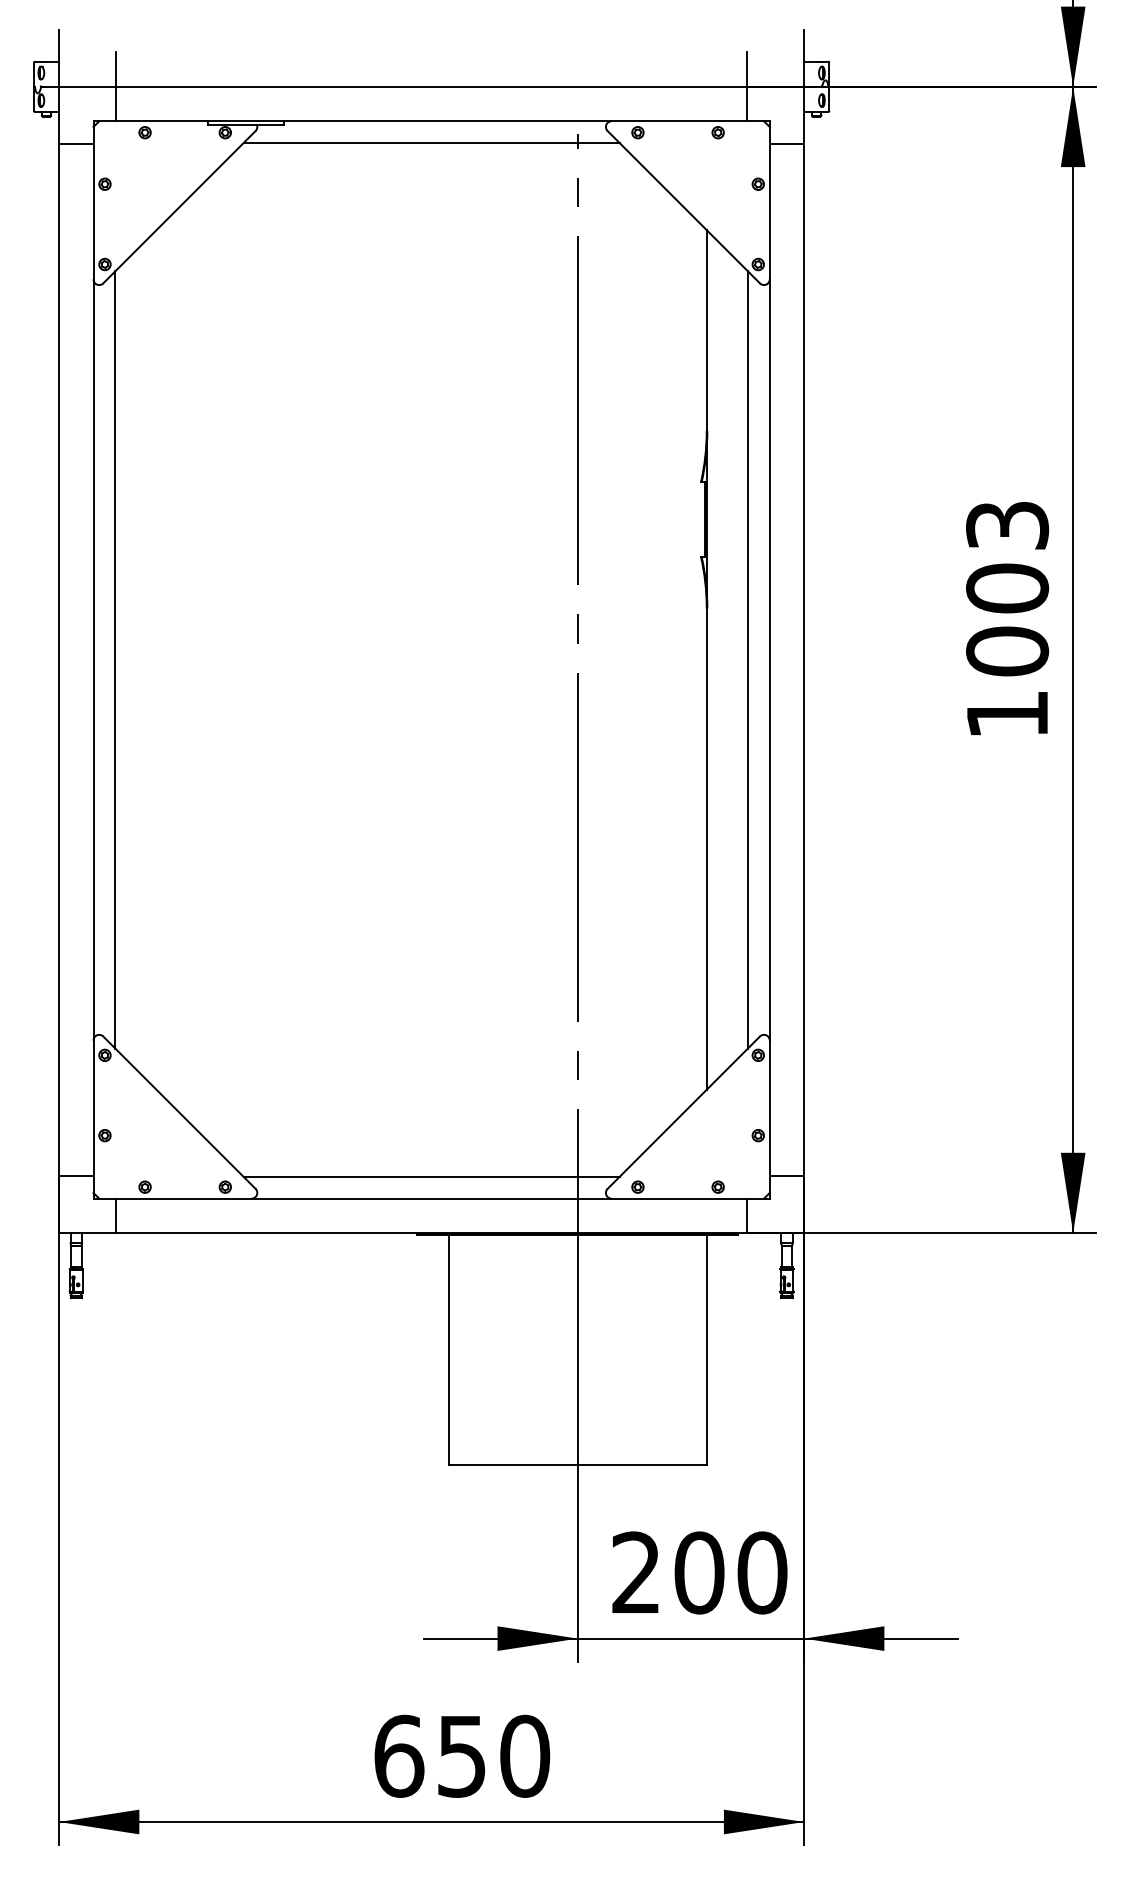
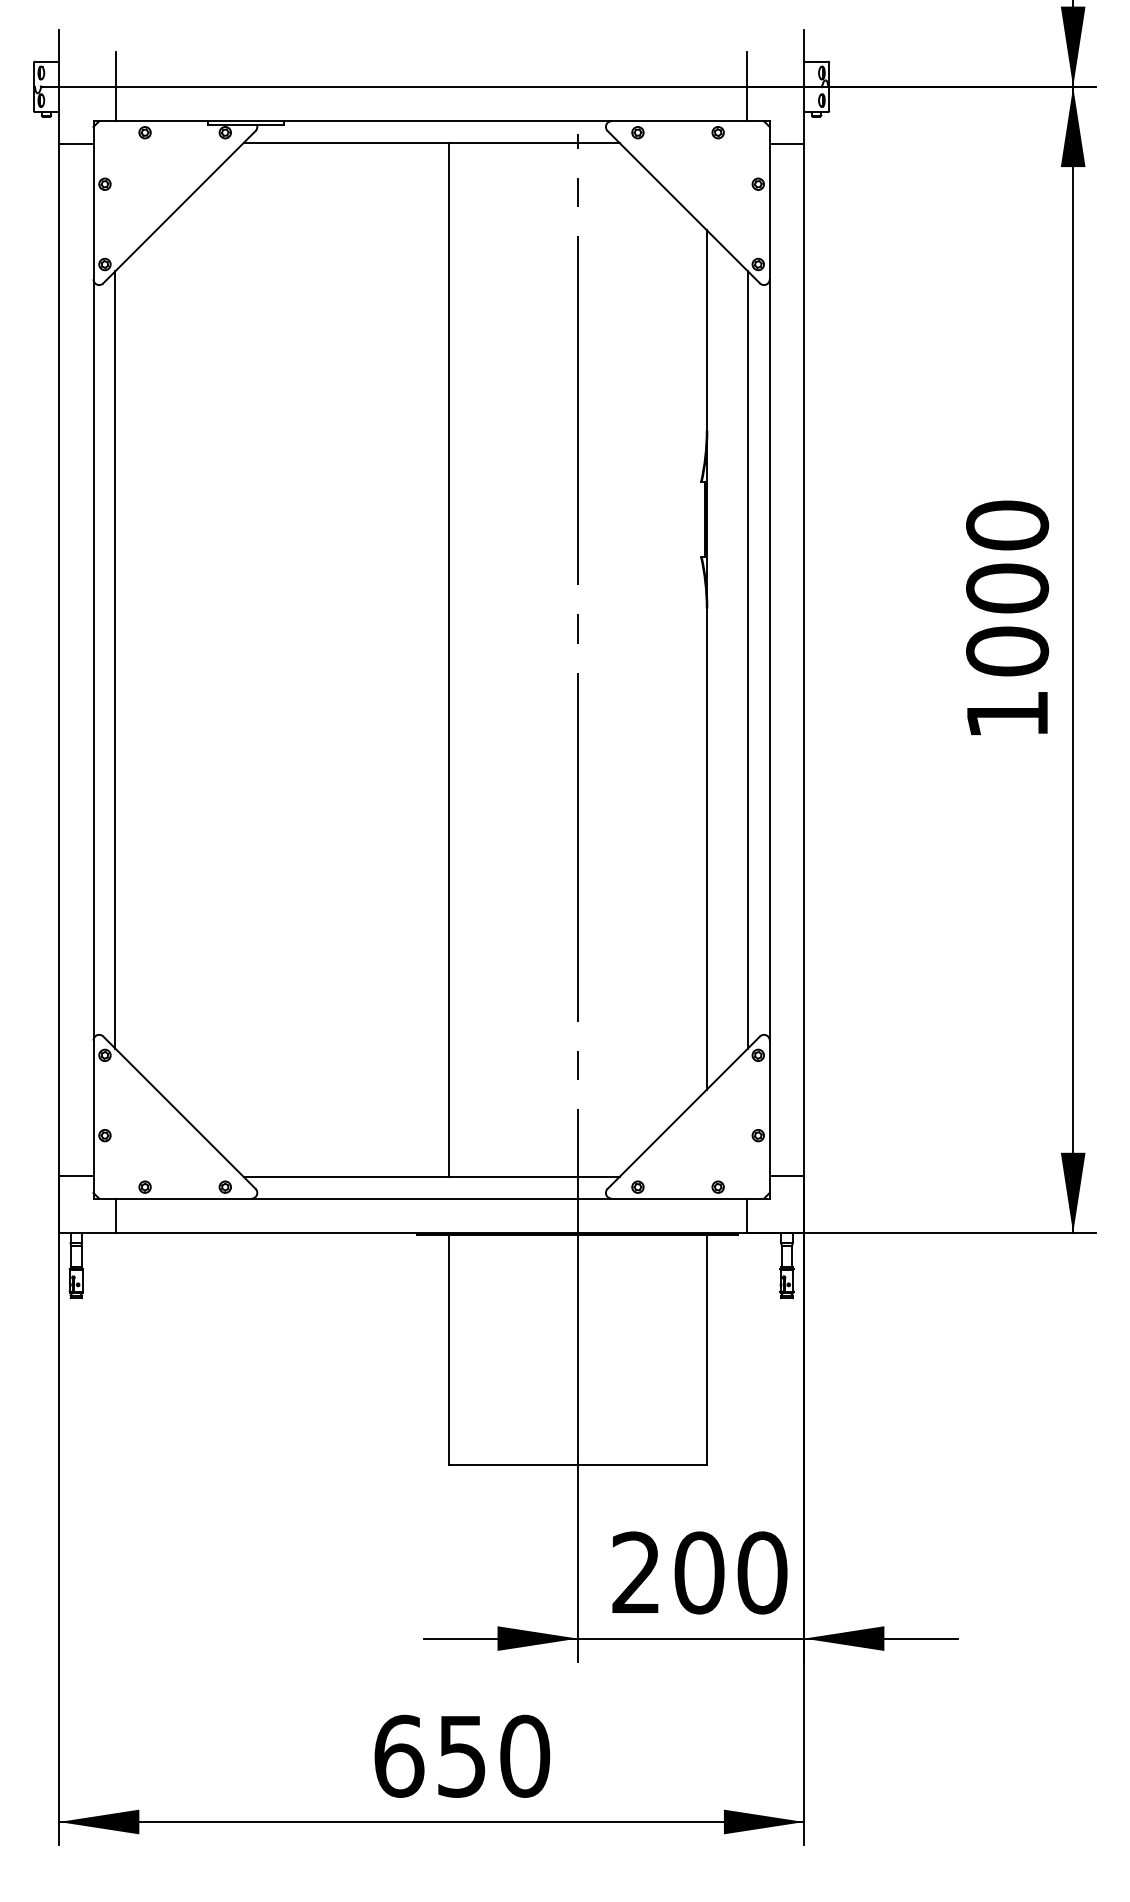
text at (1007, 525): 1003 -> 1000
line at (448, 659): none -> present
